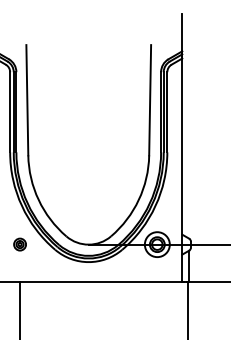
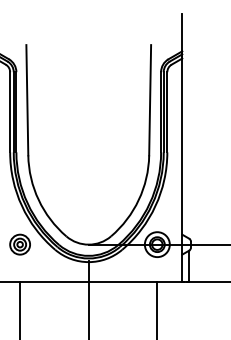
part at (19, 244) size: 14x15 px -> 22x23 px
line at (88, 298): none -> present
line at (188, 309) position: (188, 309) -> (157, 309)
